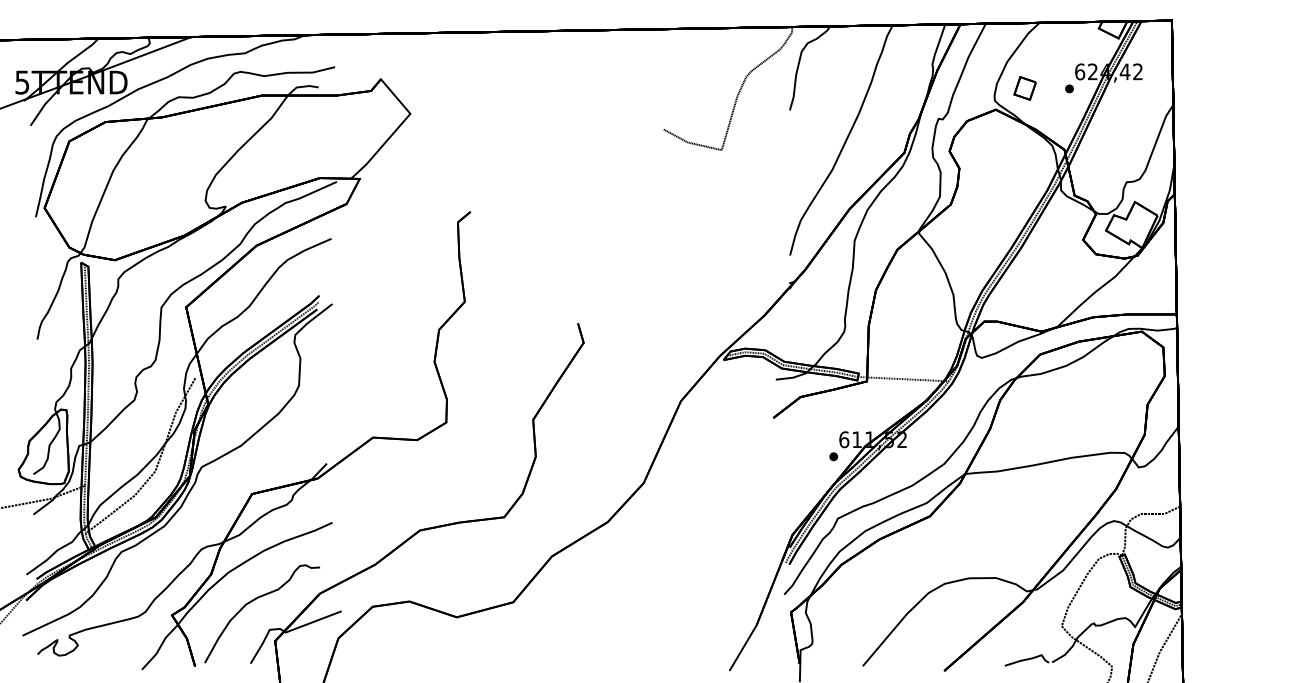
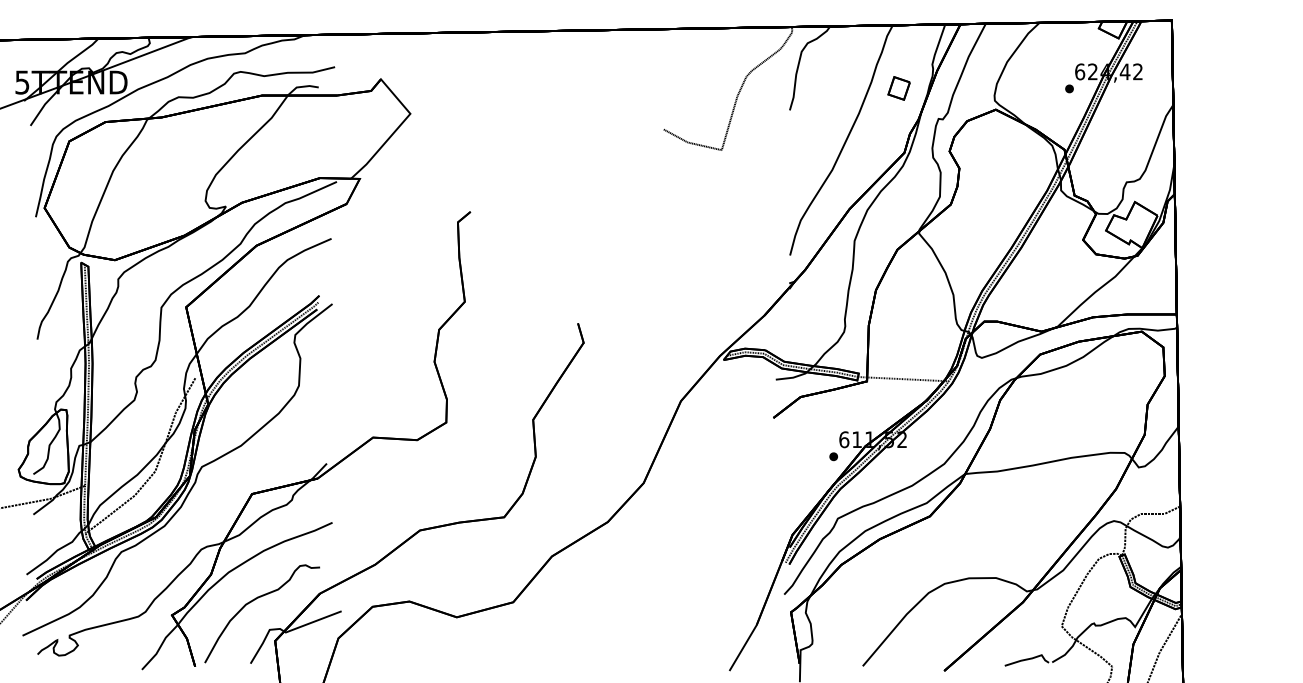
part at (1024, 88) position: (1024, 88) -> (898, 88)
